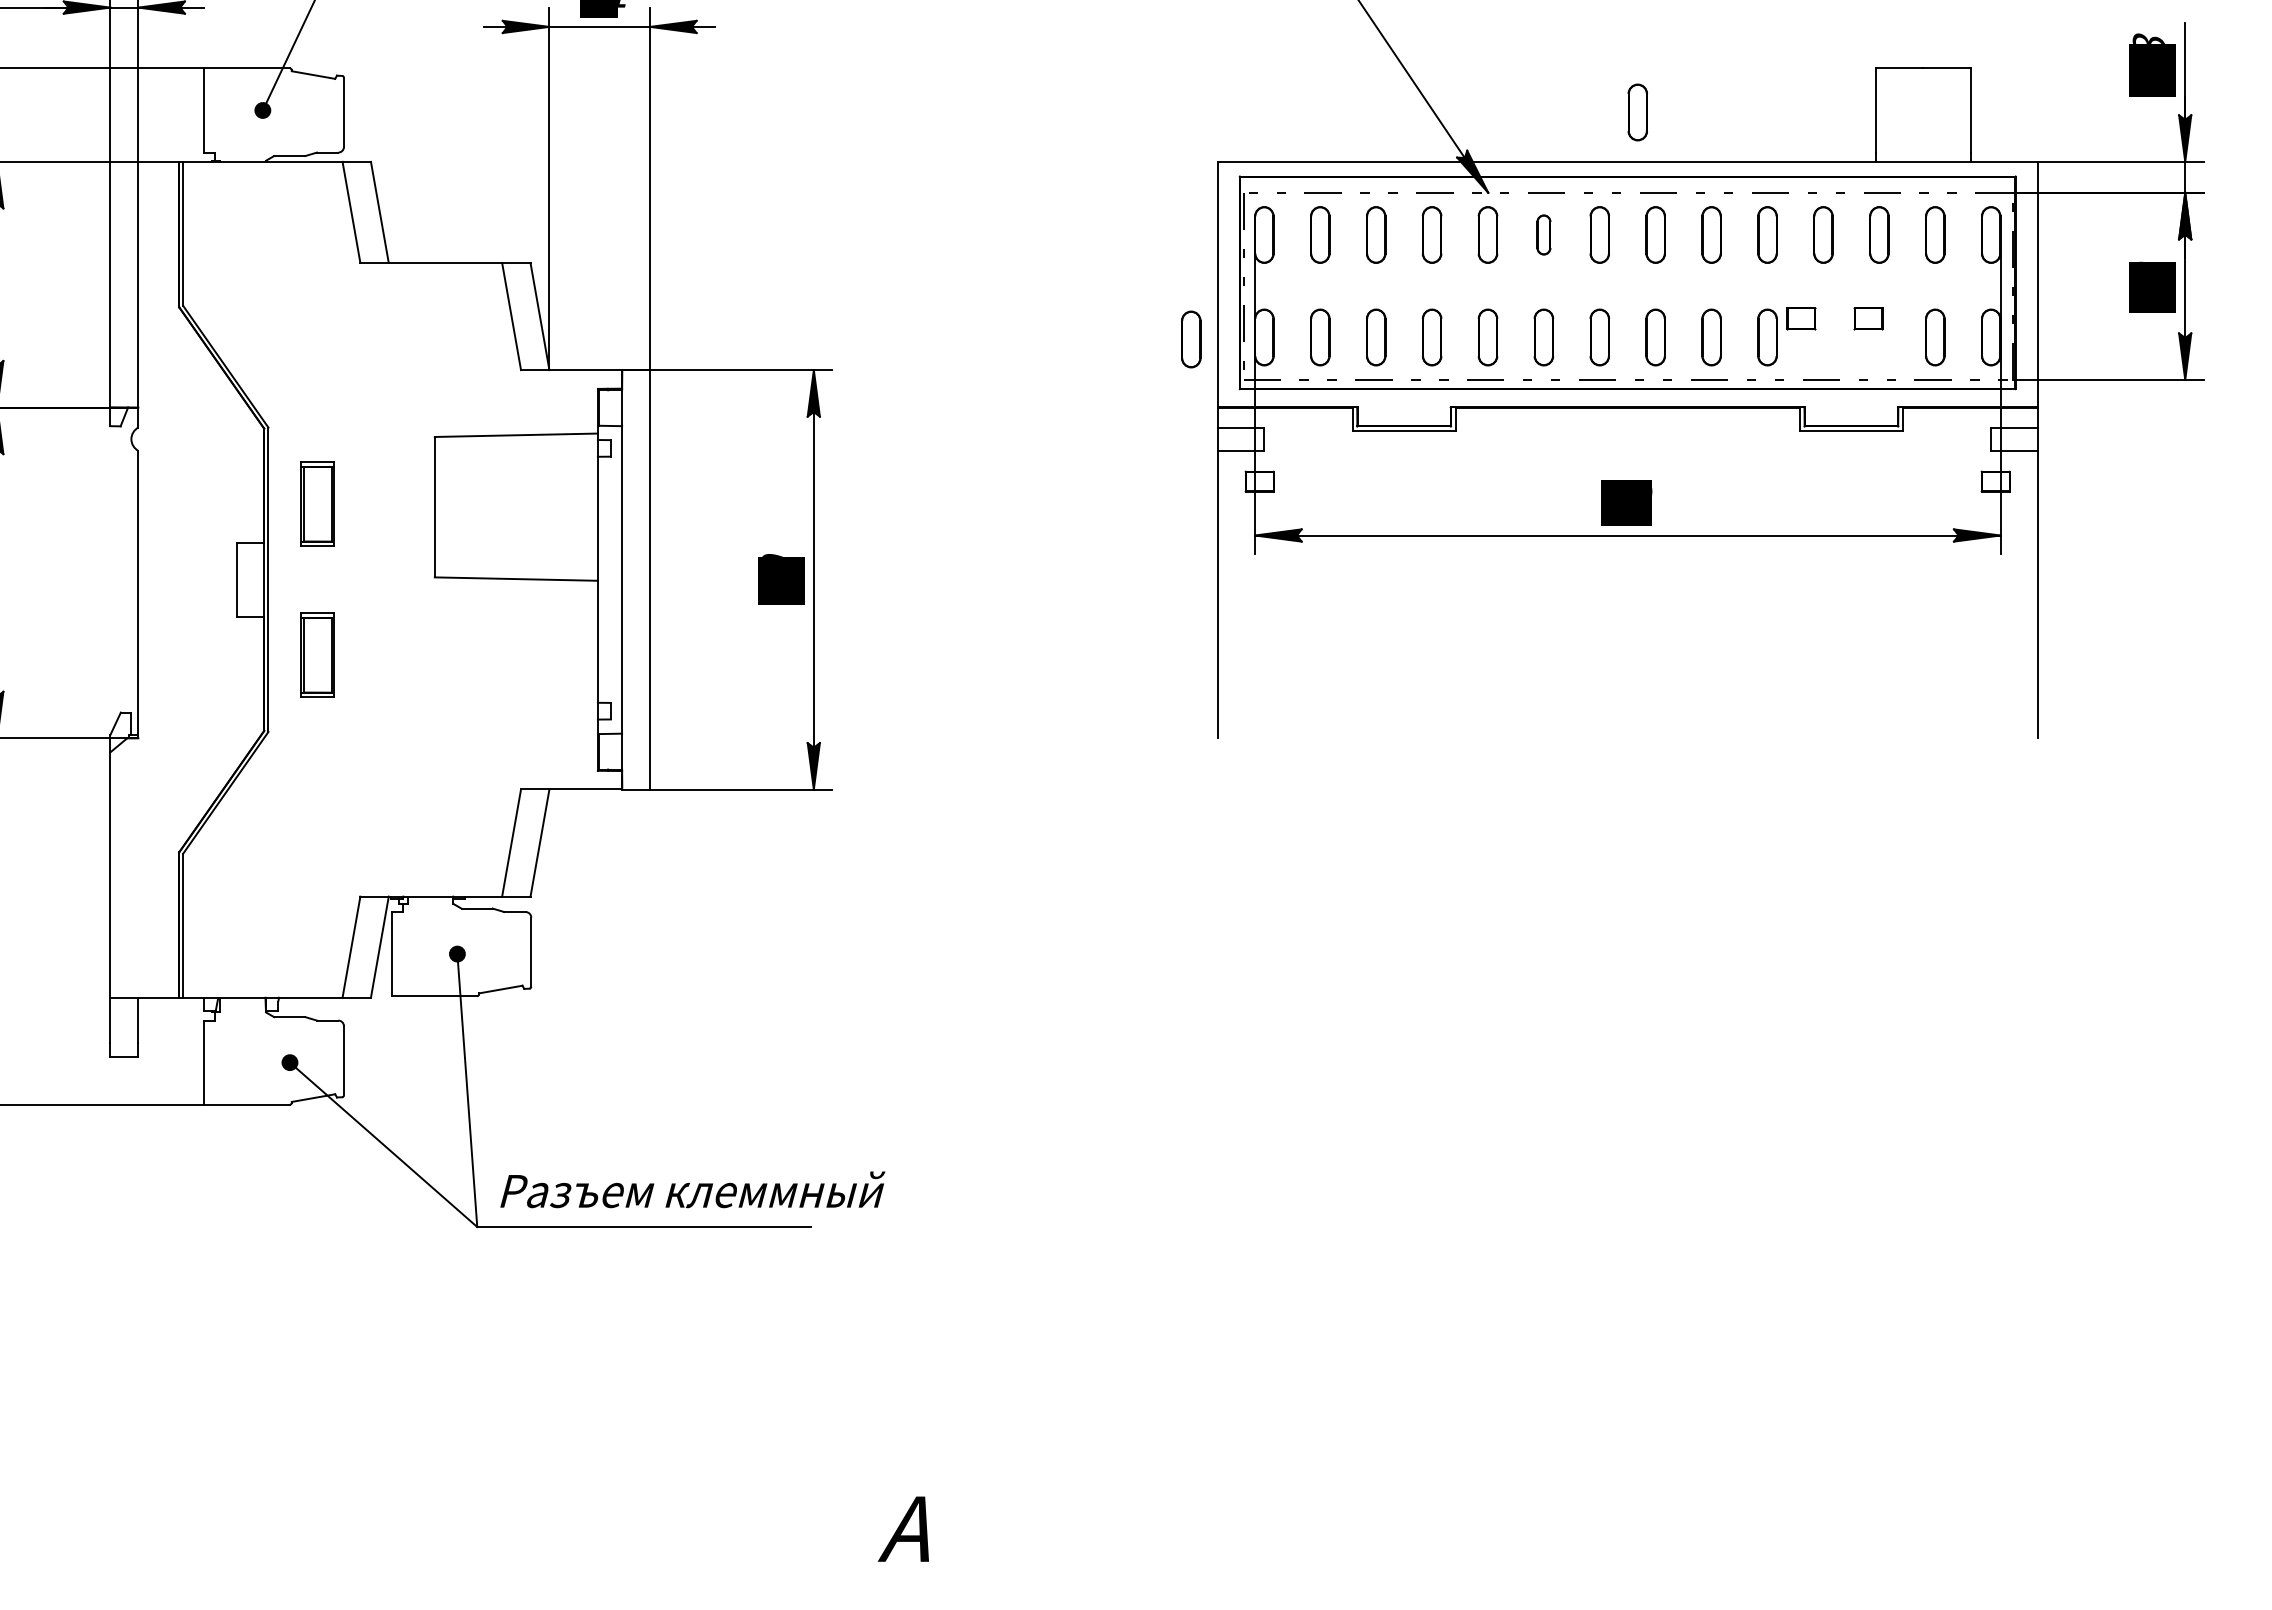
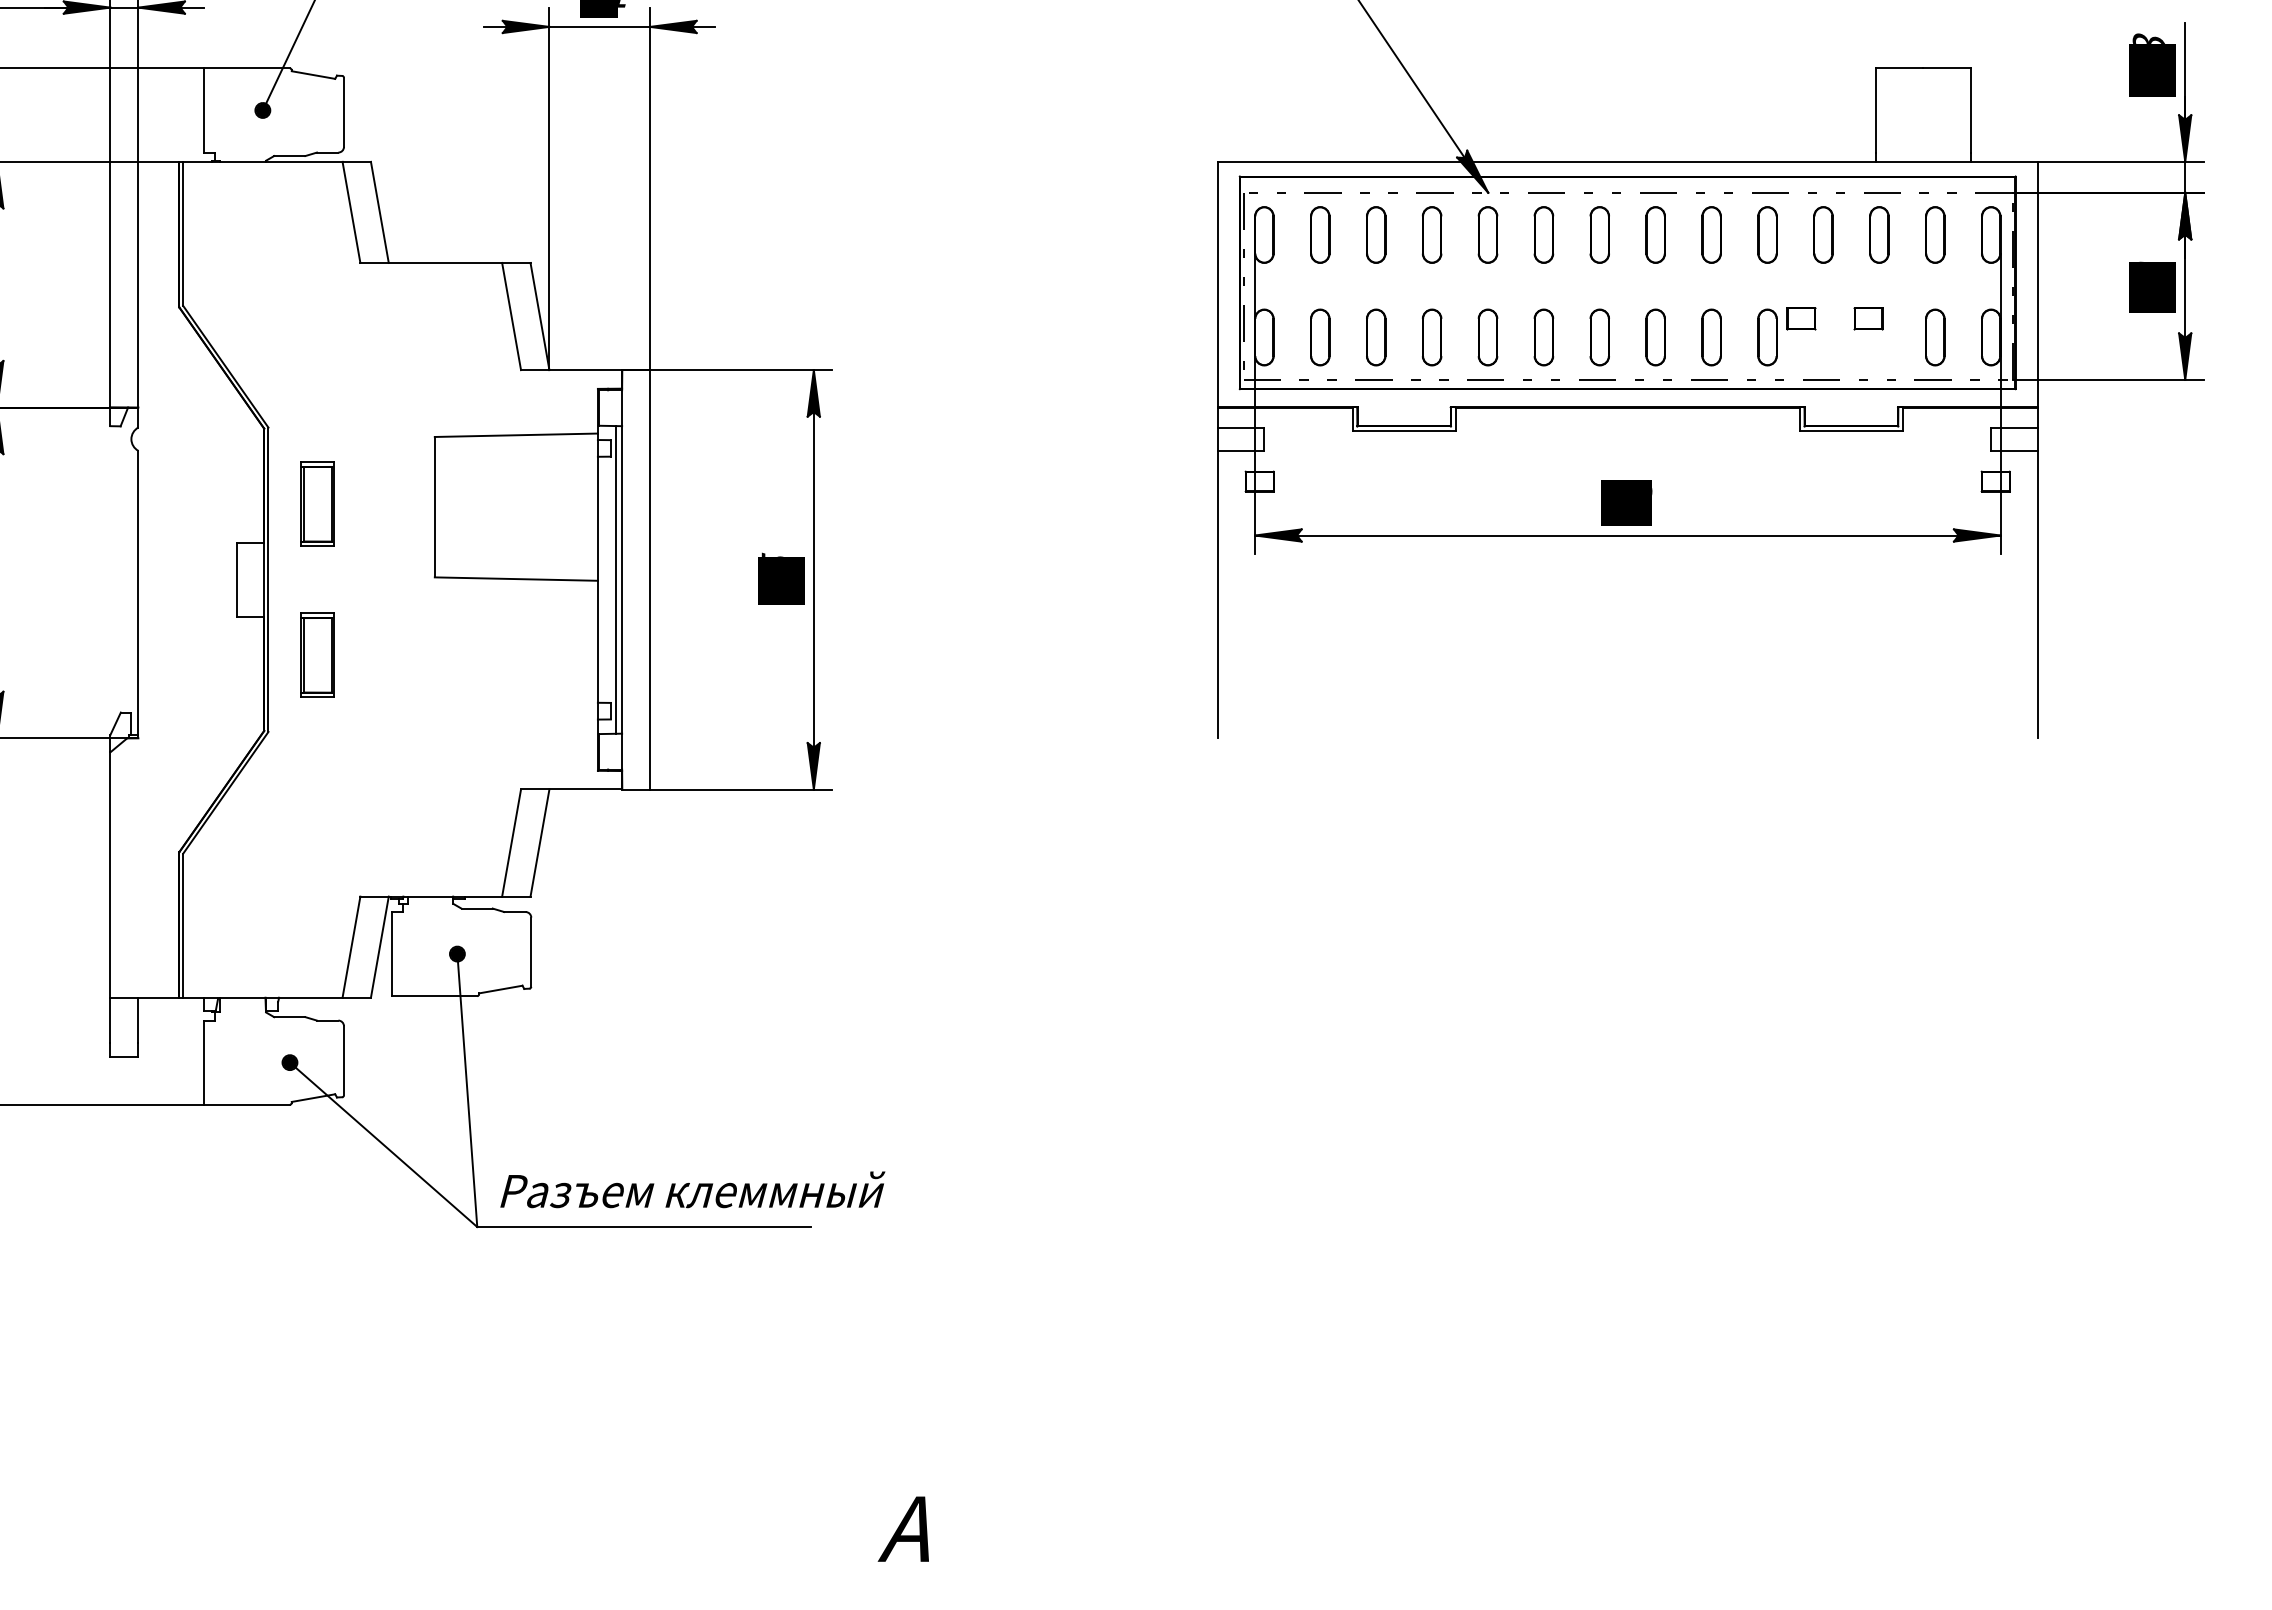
part at (1637, 112): present -> none
part at (1543, 234) size: 16x42 px -> 22x58 px
part at (1191, 339): present -> none
text at (771, 554): 30 -> 45
line at (615, 579): none -> present
